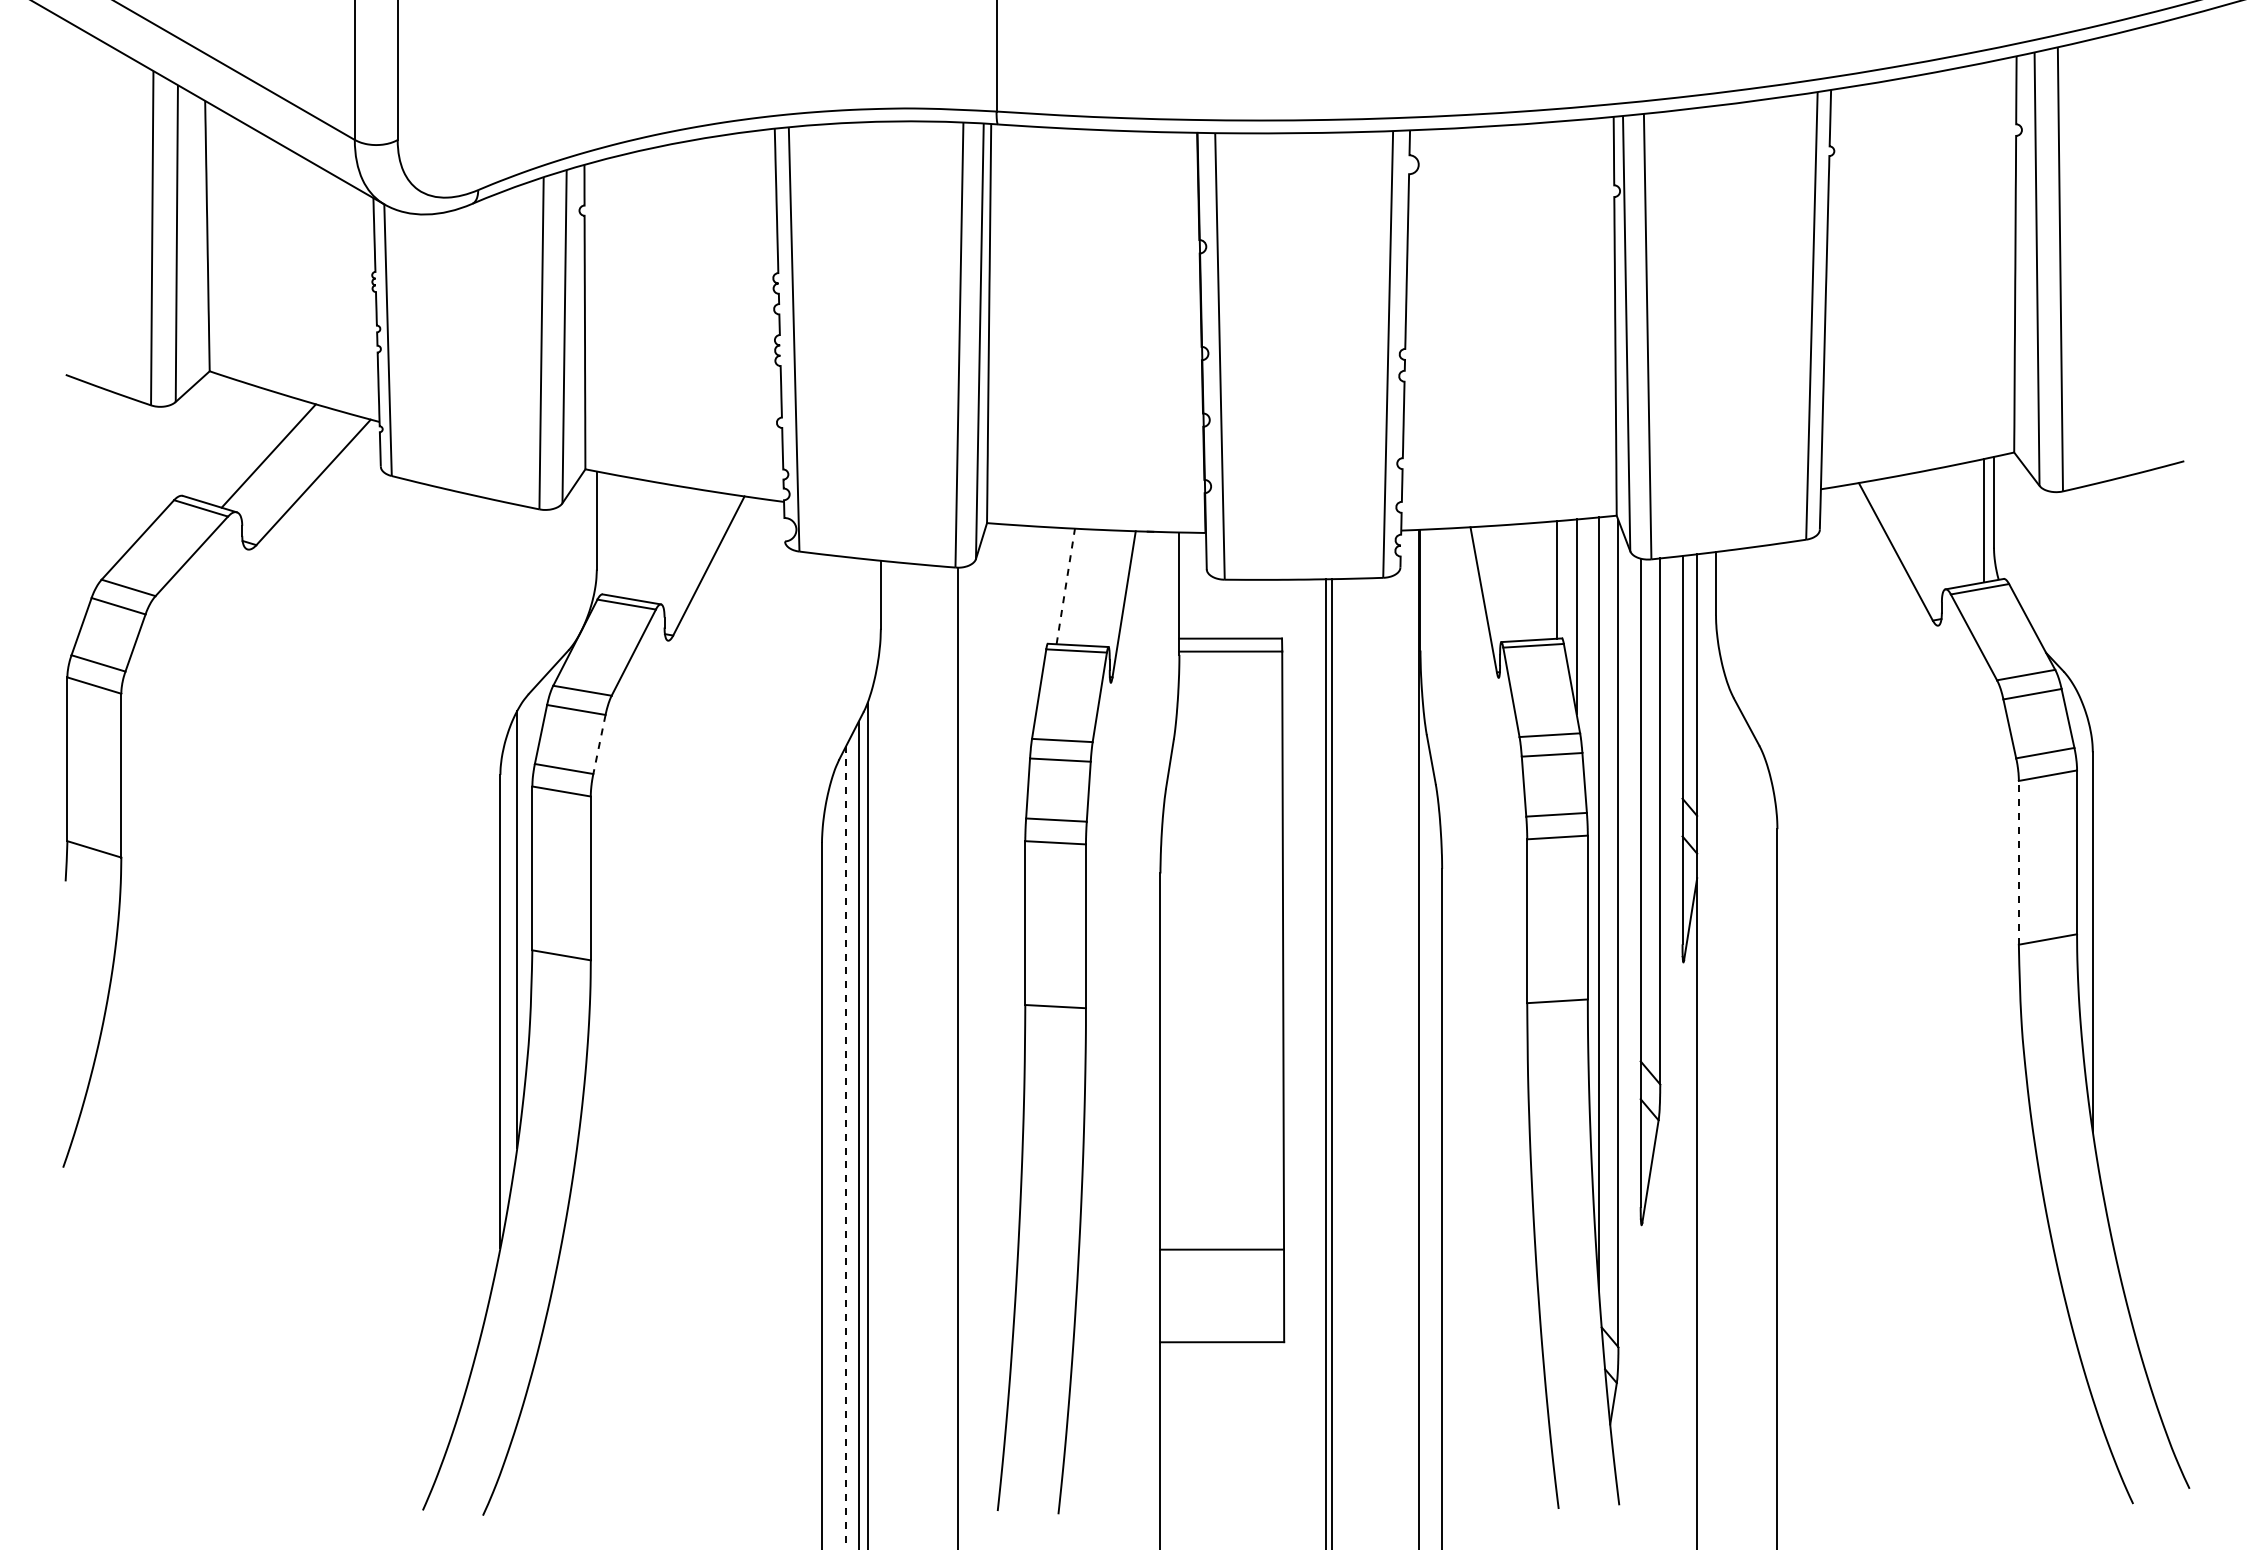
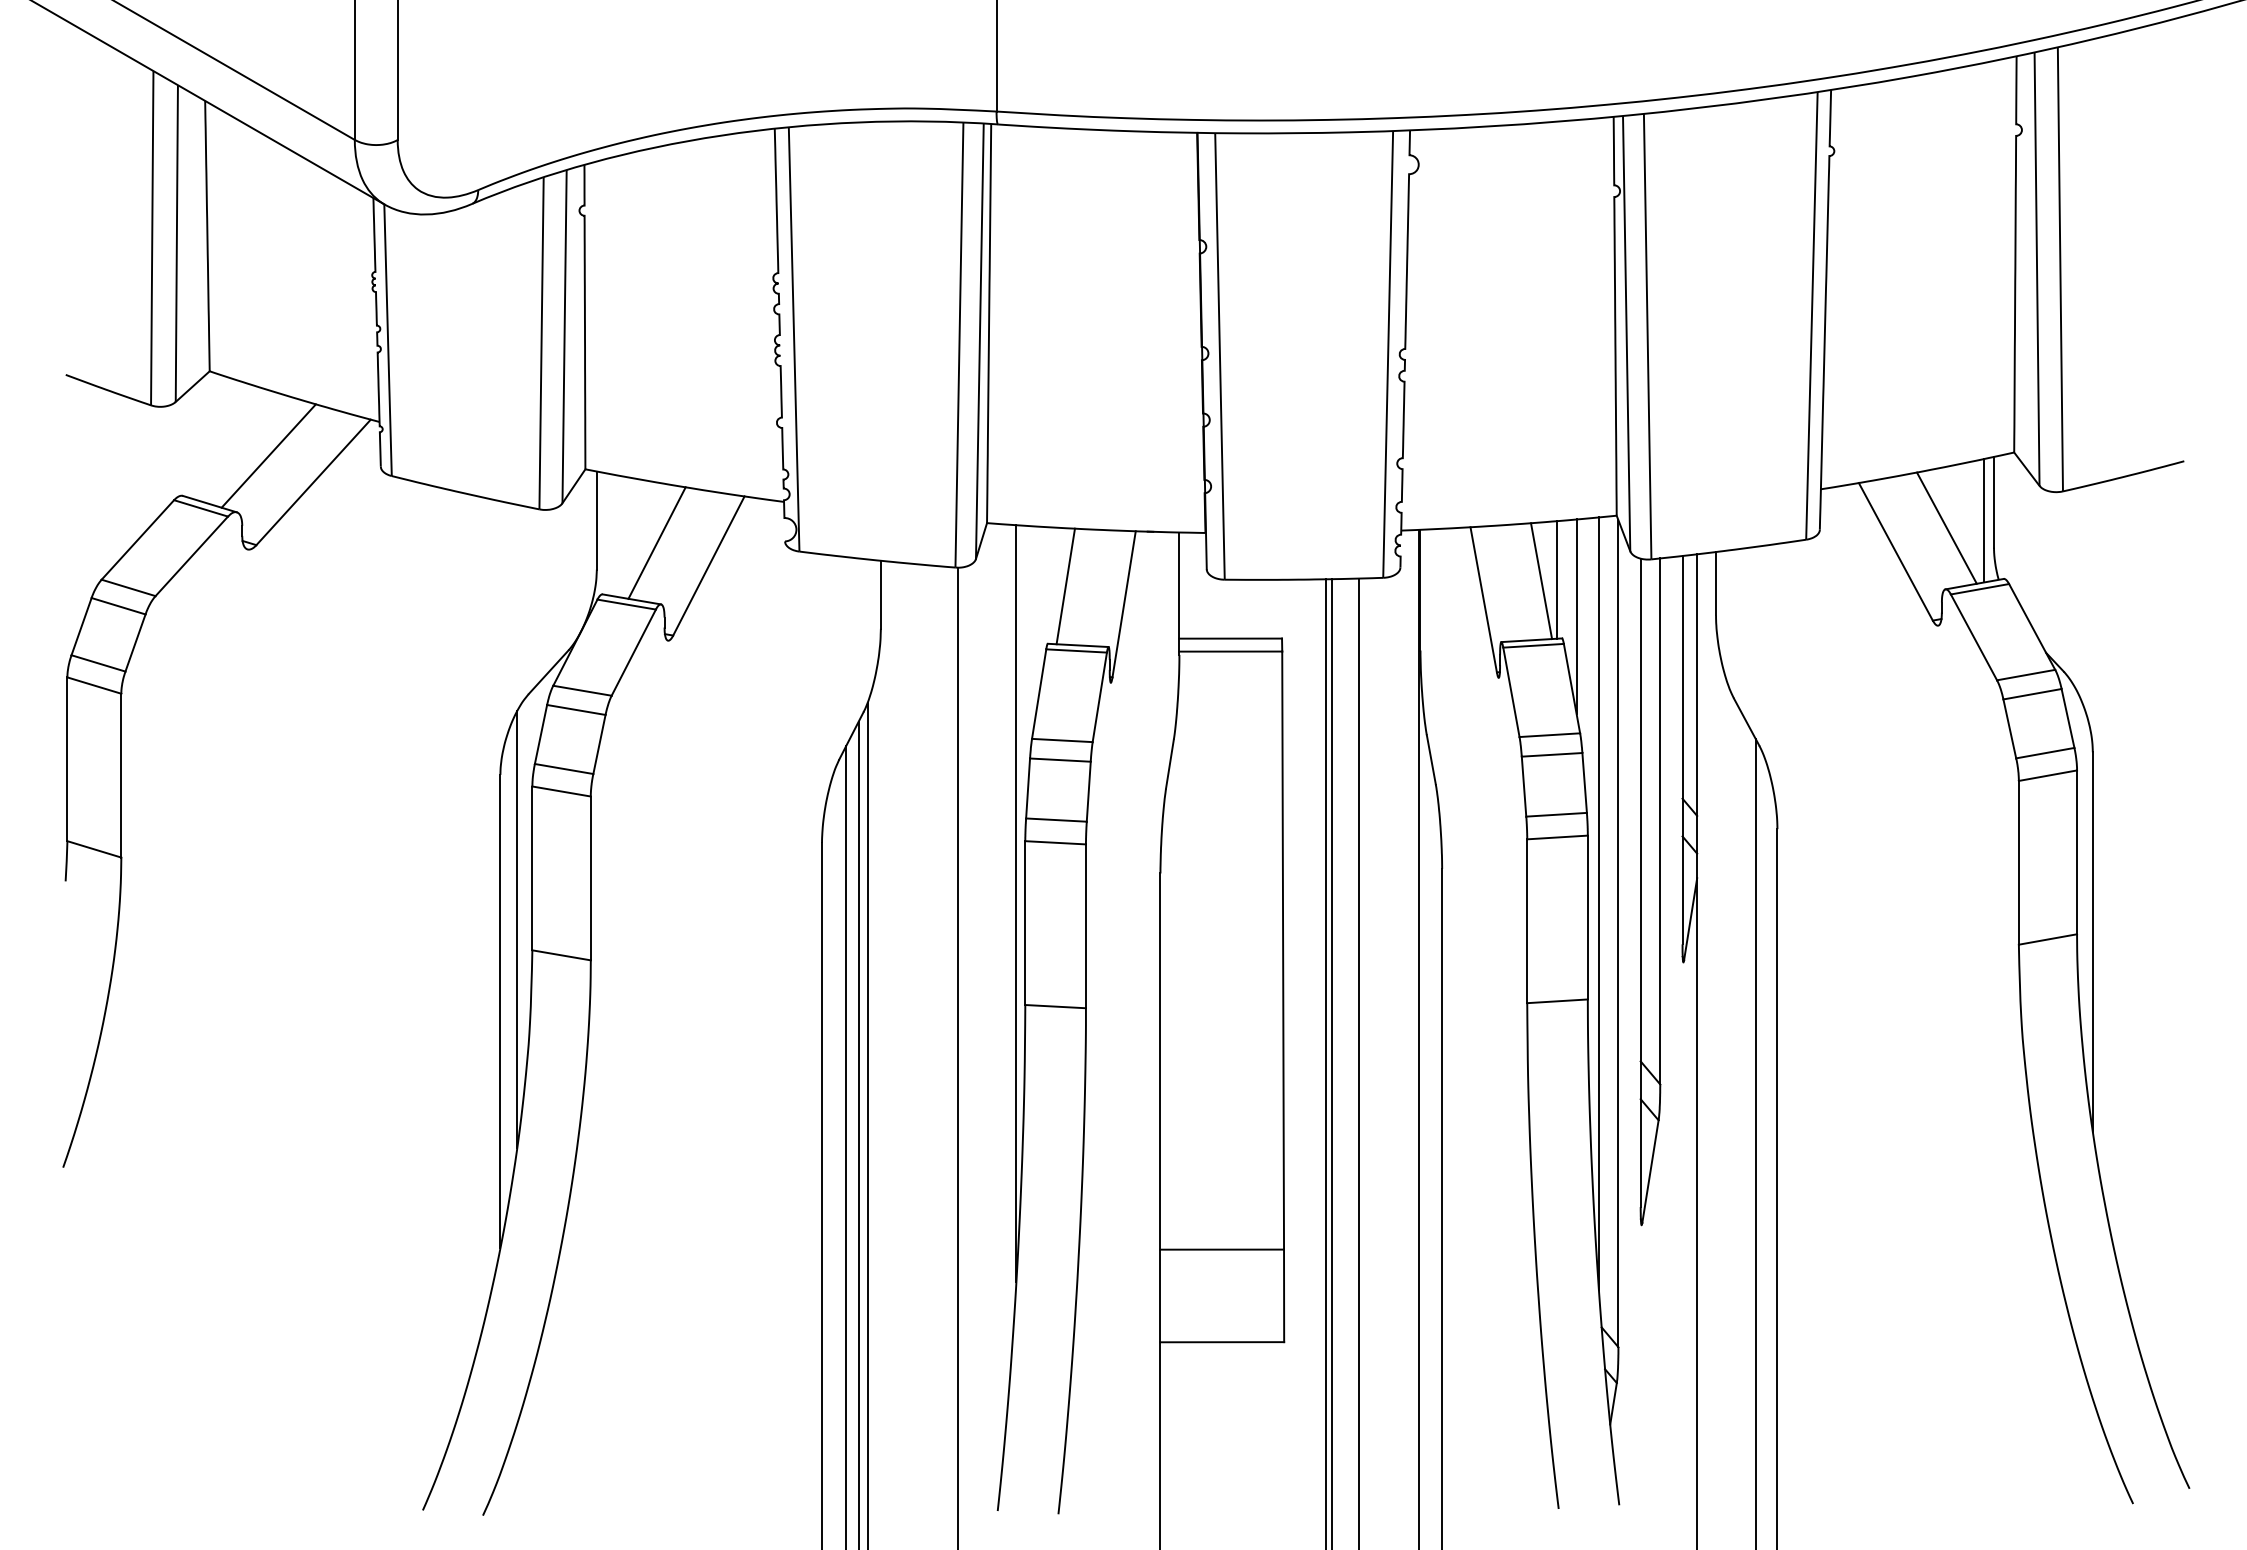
line at (1946, 527): none -> present
line at (656, 542): none -> present
line at (1541, 581): none -> present
line at (1065, 586): dashed -> solid
line at (599, 744): dashed -> solid
line at (2018, 862): dashed -> solid
line at (1016, 903): none -> present
line at (1358, 1062): none -> present
line at (1755, 1142): none -> present
line at (846, 1147): dashed -> solid
